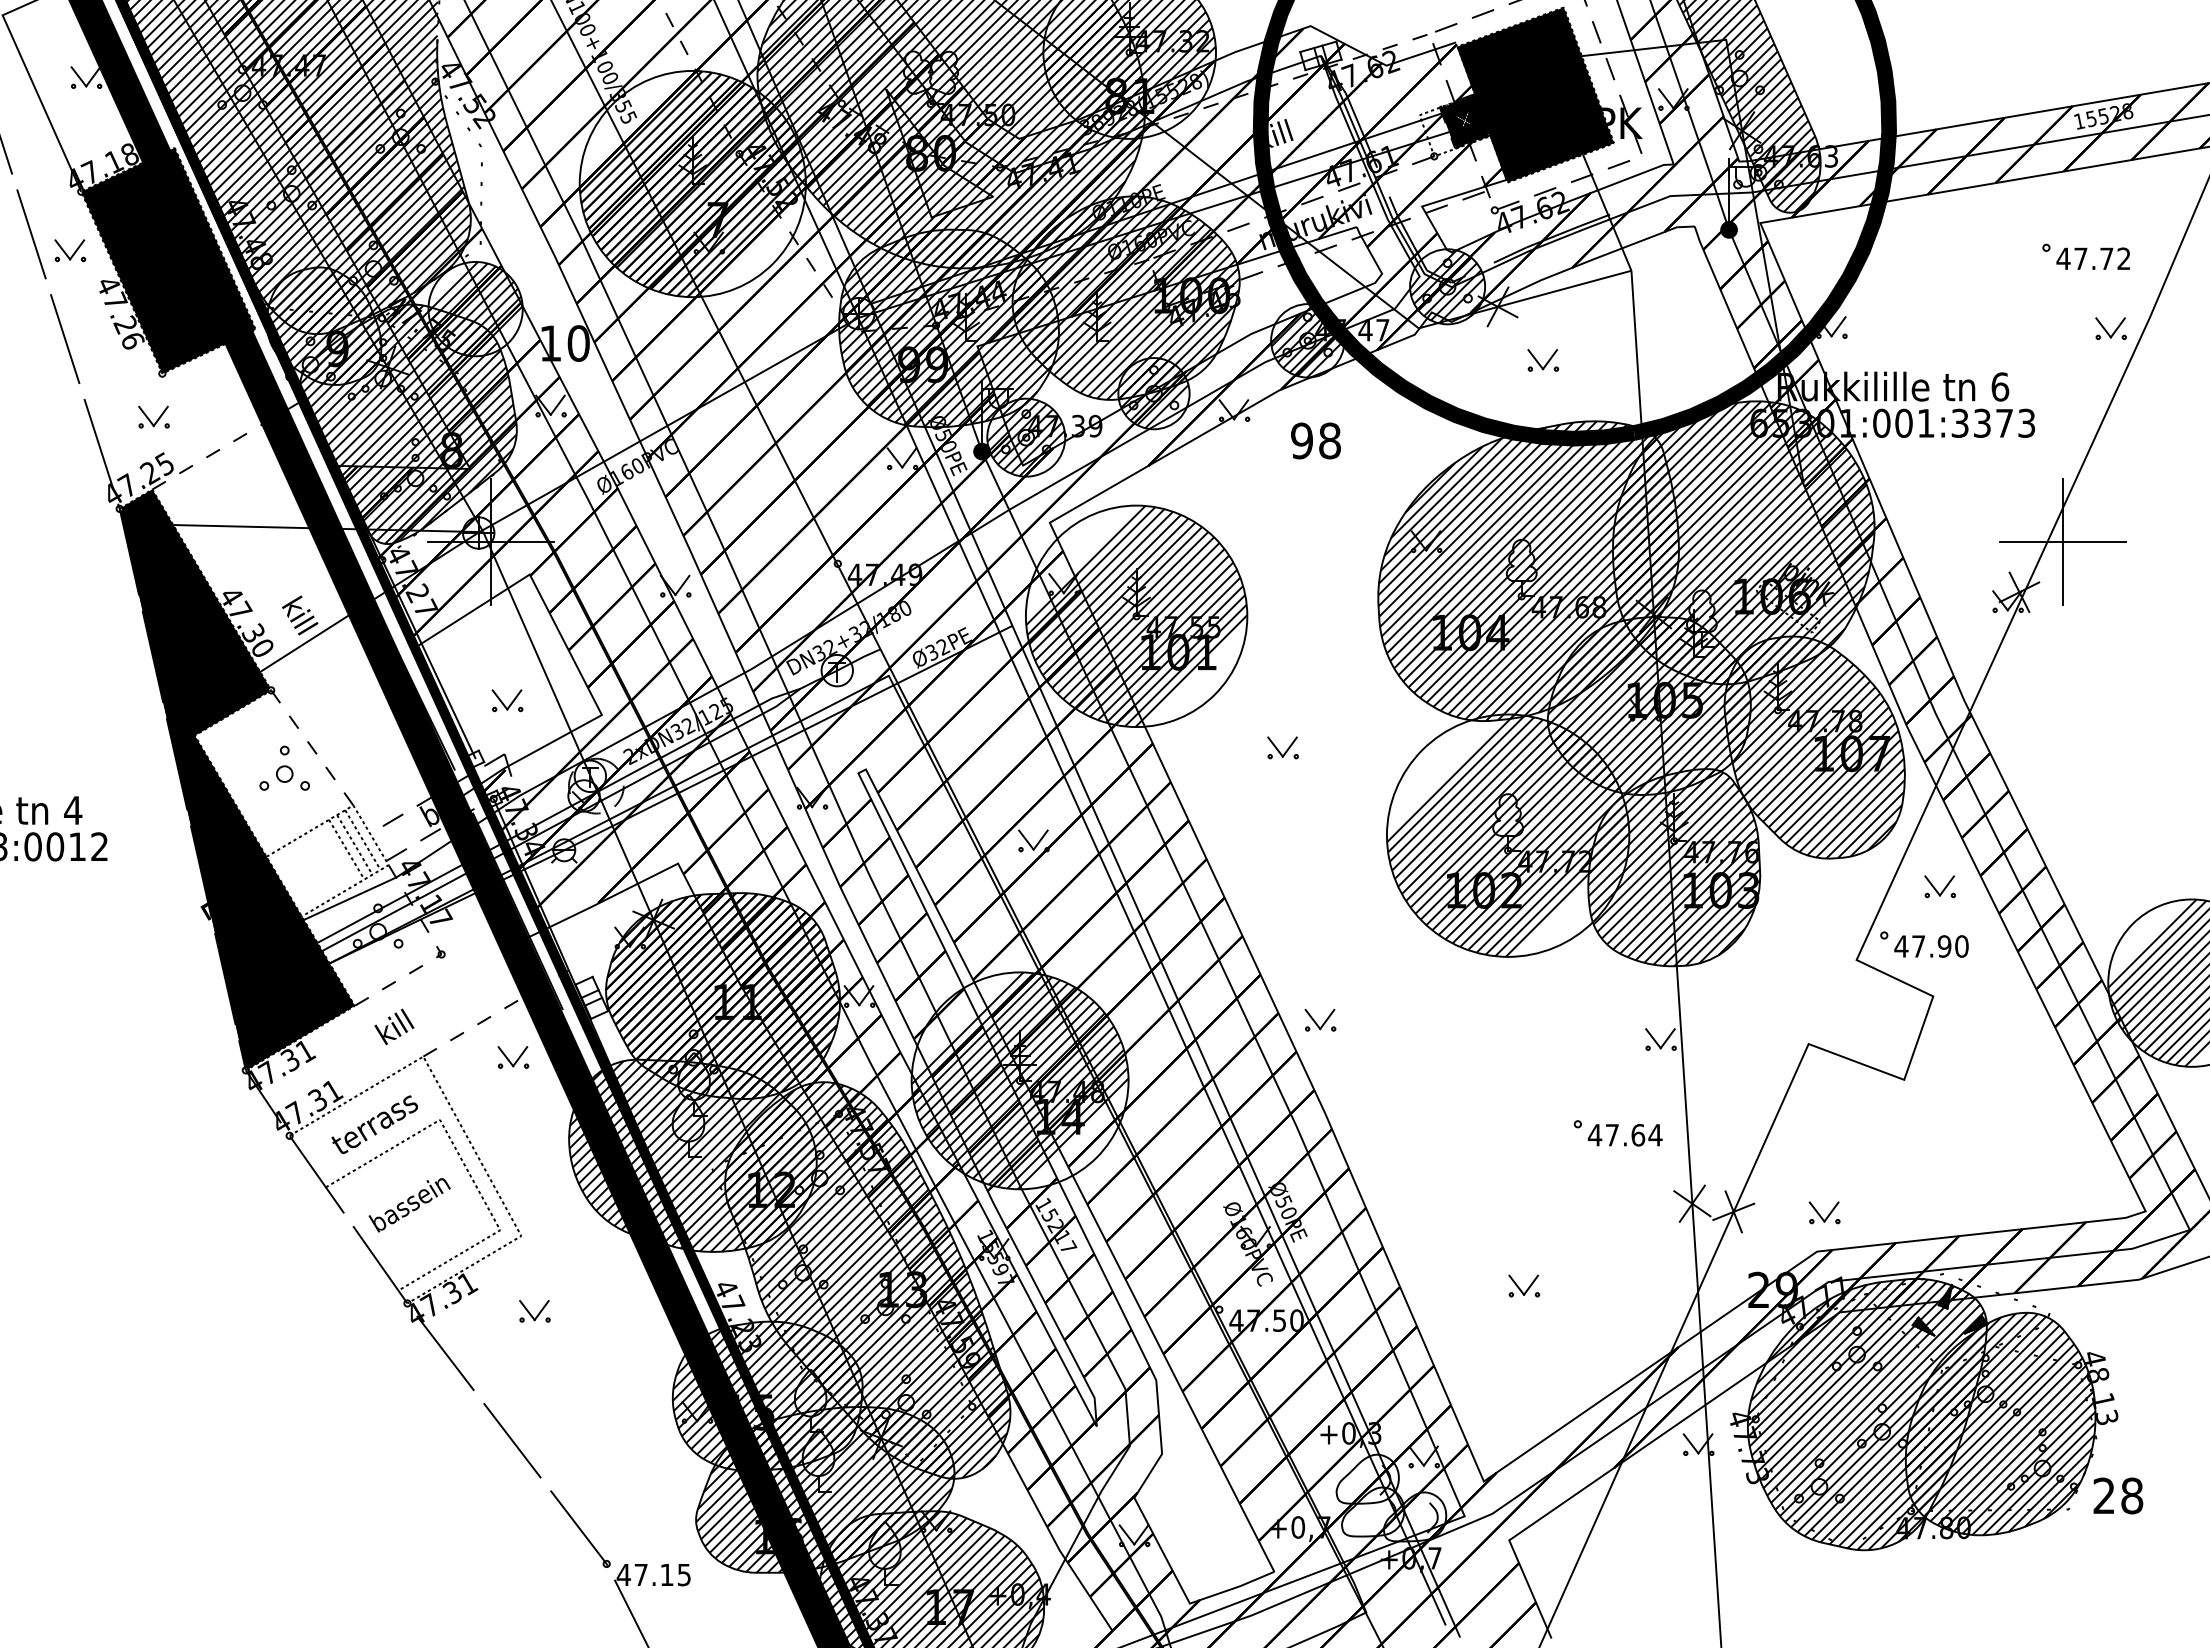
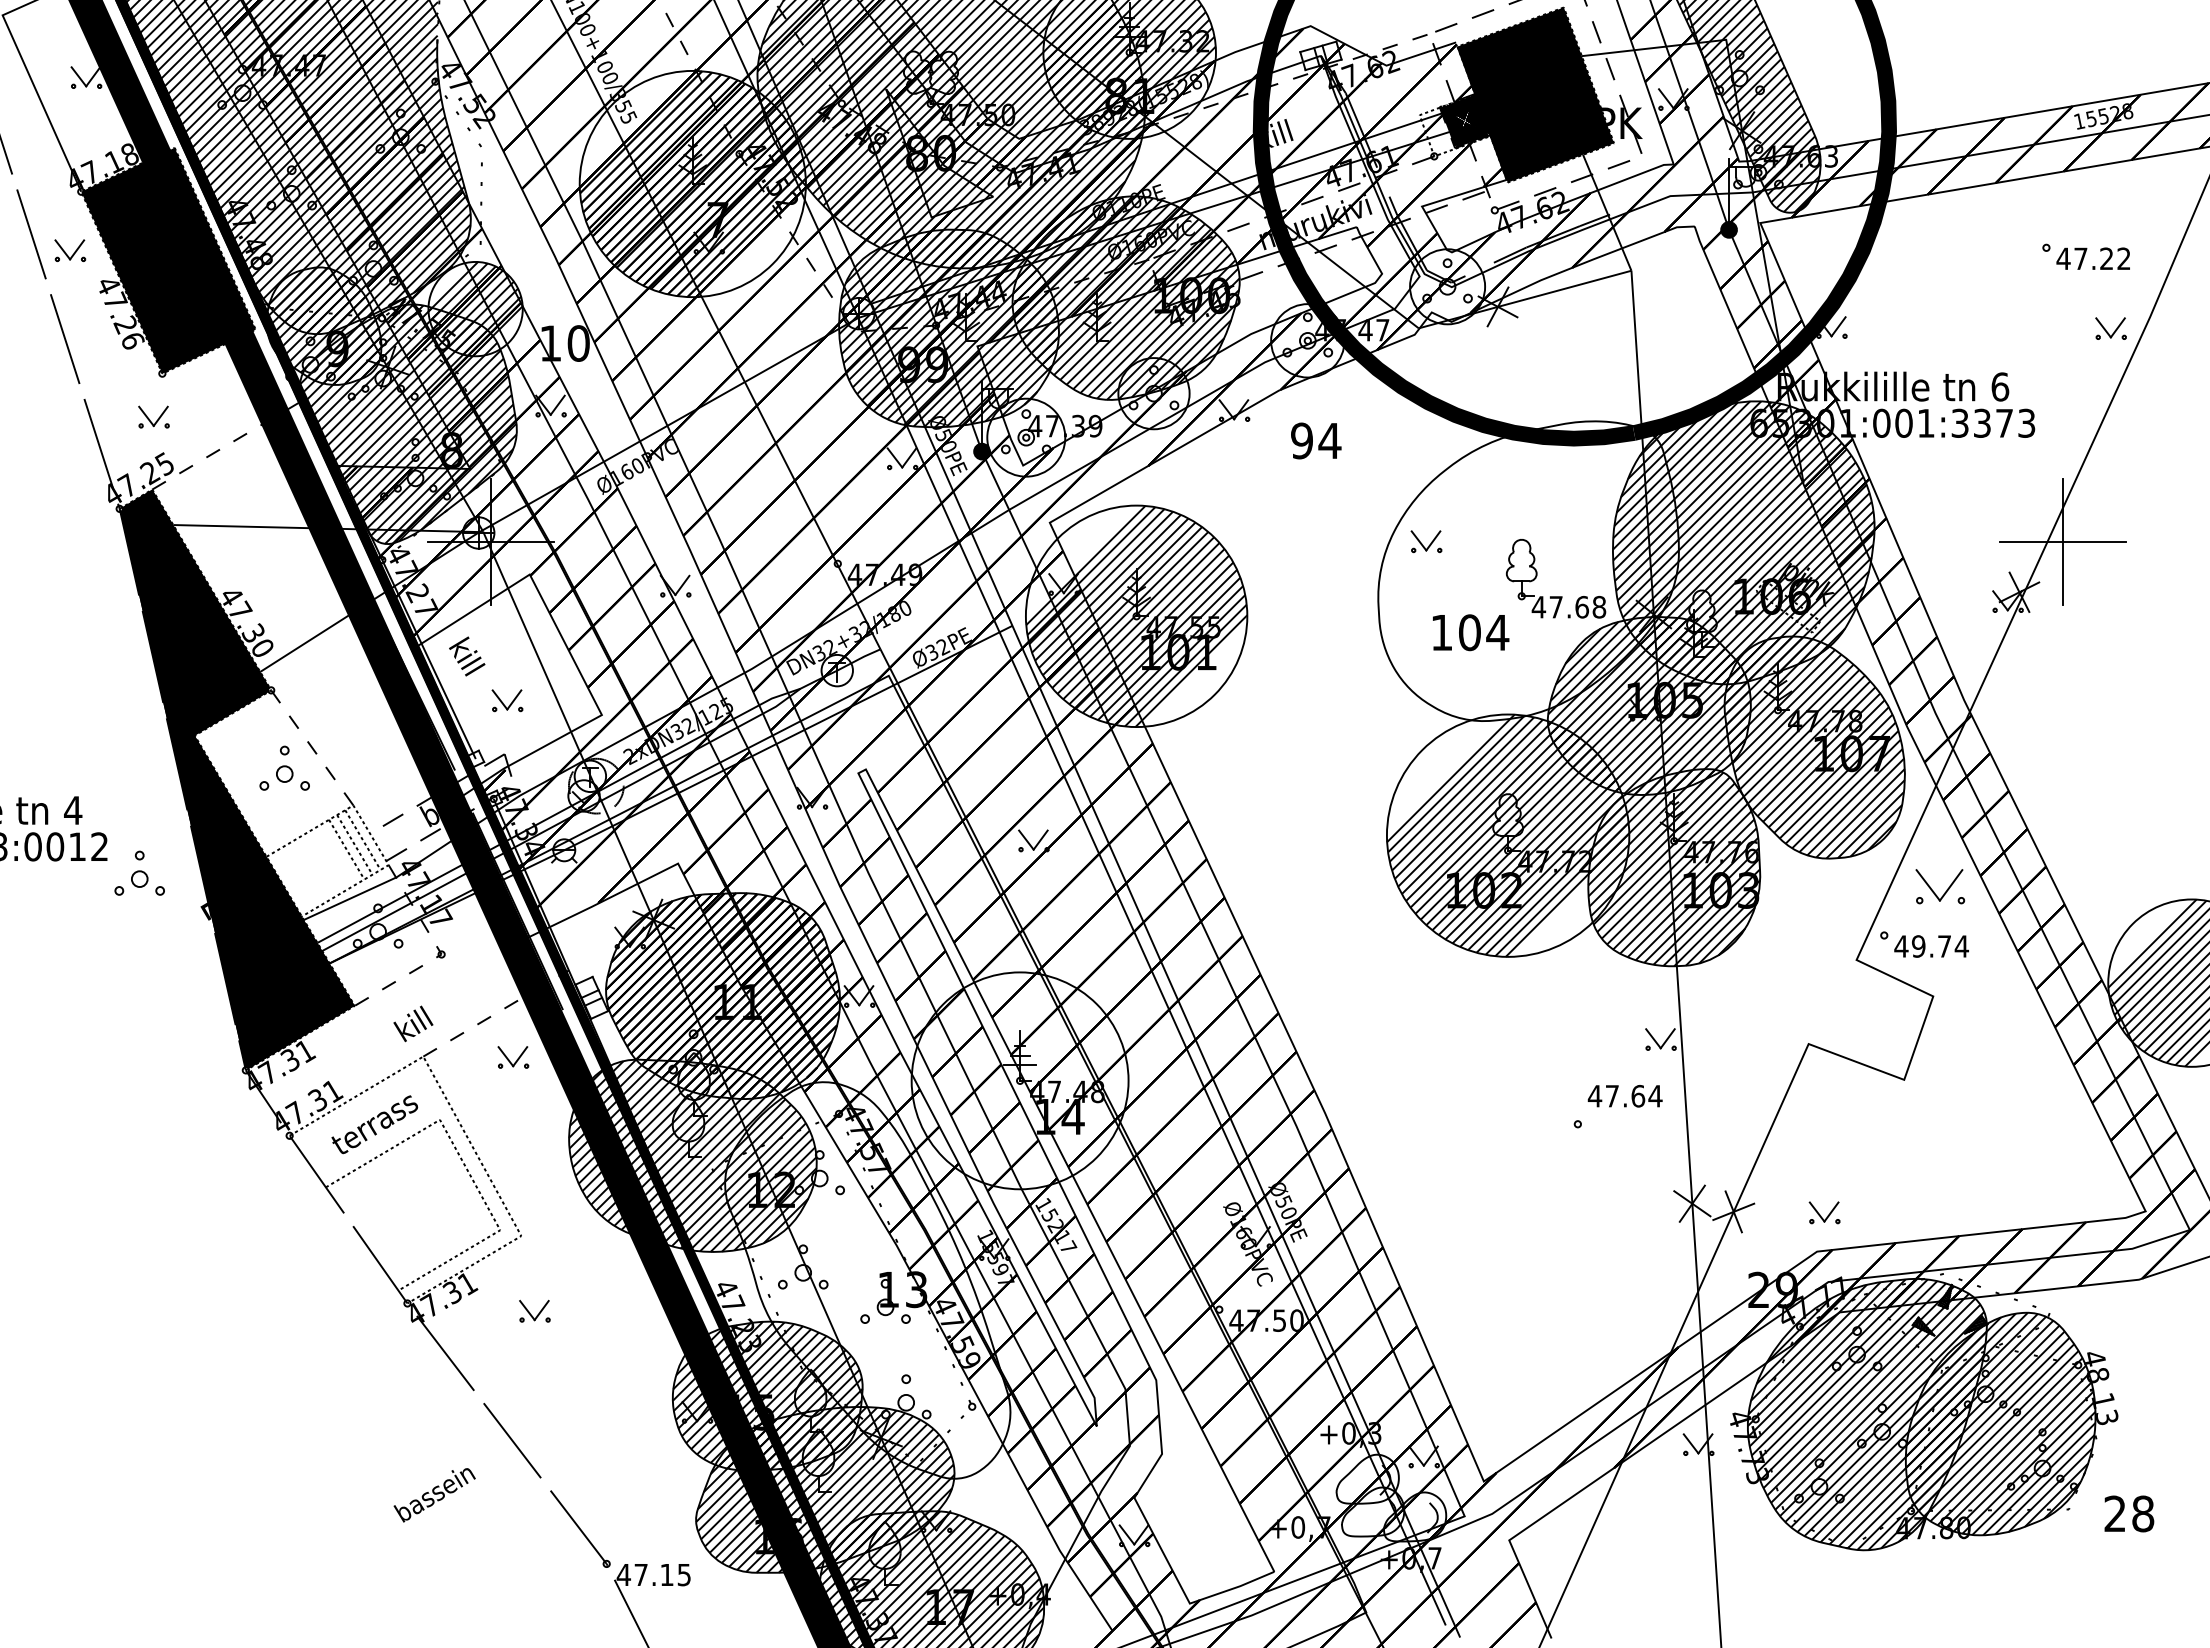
text at (2106, 258): 47.72 -> 47.22
hatch at (1447, 286): present -> none
hatch at (1307, 340): present -> none
part at (1542, 360): present -> none
hatch at (1153, 393): present -> none
hatch at (1025, 437): present -> none
text at (1329, 440): 98 -> 94
hatch at (1528, 571): present -> none
text at (300, 615) position: (300, 615) -> (467, 656)
part at (1282, 747): present -> none
part at (139, 872): none -> present
part at (1939, 886) size: 32x24 px -> 51x36 px
text at (1940, 946): 47.90 -> 49.74
part at (1320, 1019): present -> none
text at (394, 1026) position: (394, 1026) -> (413, 1023)
hatch at (1019, 1080): present -> none
text at (1624, 1135) position: (1624, 1135) -> (1624, 1096)
text at (409, 1205) position: (409, 1205) -> (434, 1495)
hatch at (867, 1280): present -> none
part at (1523, 1285): present -> none
text at (2118, 1495) position: (2118, 1495) -> (2129, 1513)
